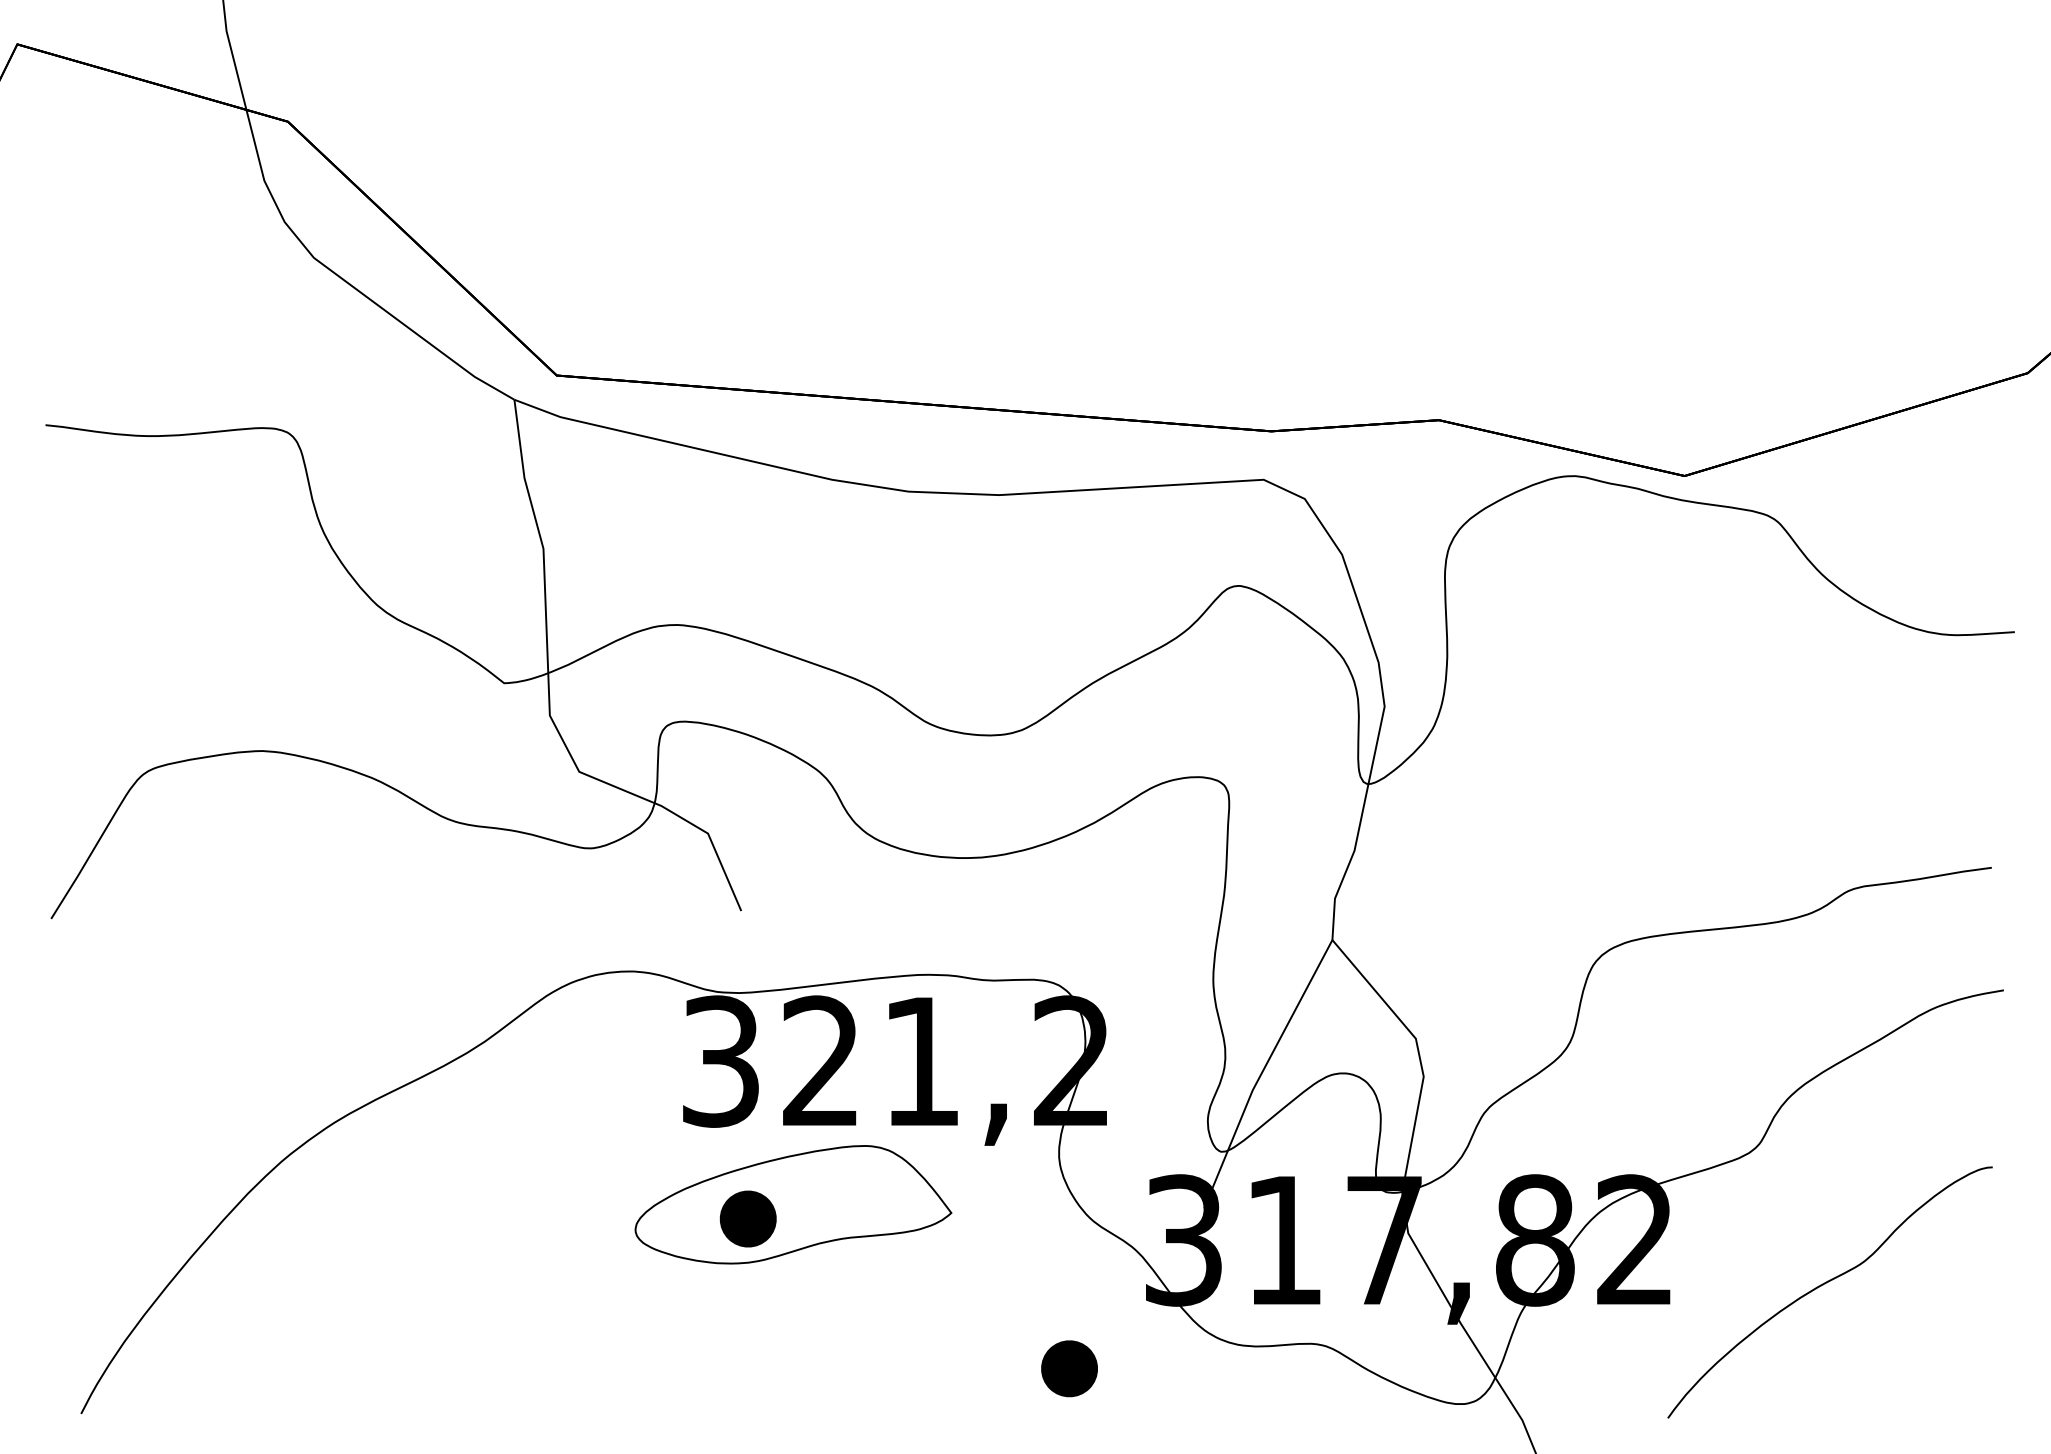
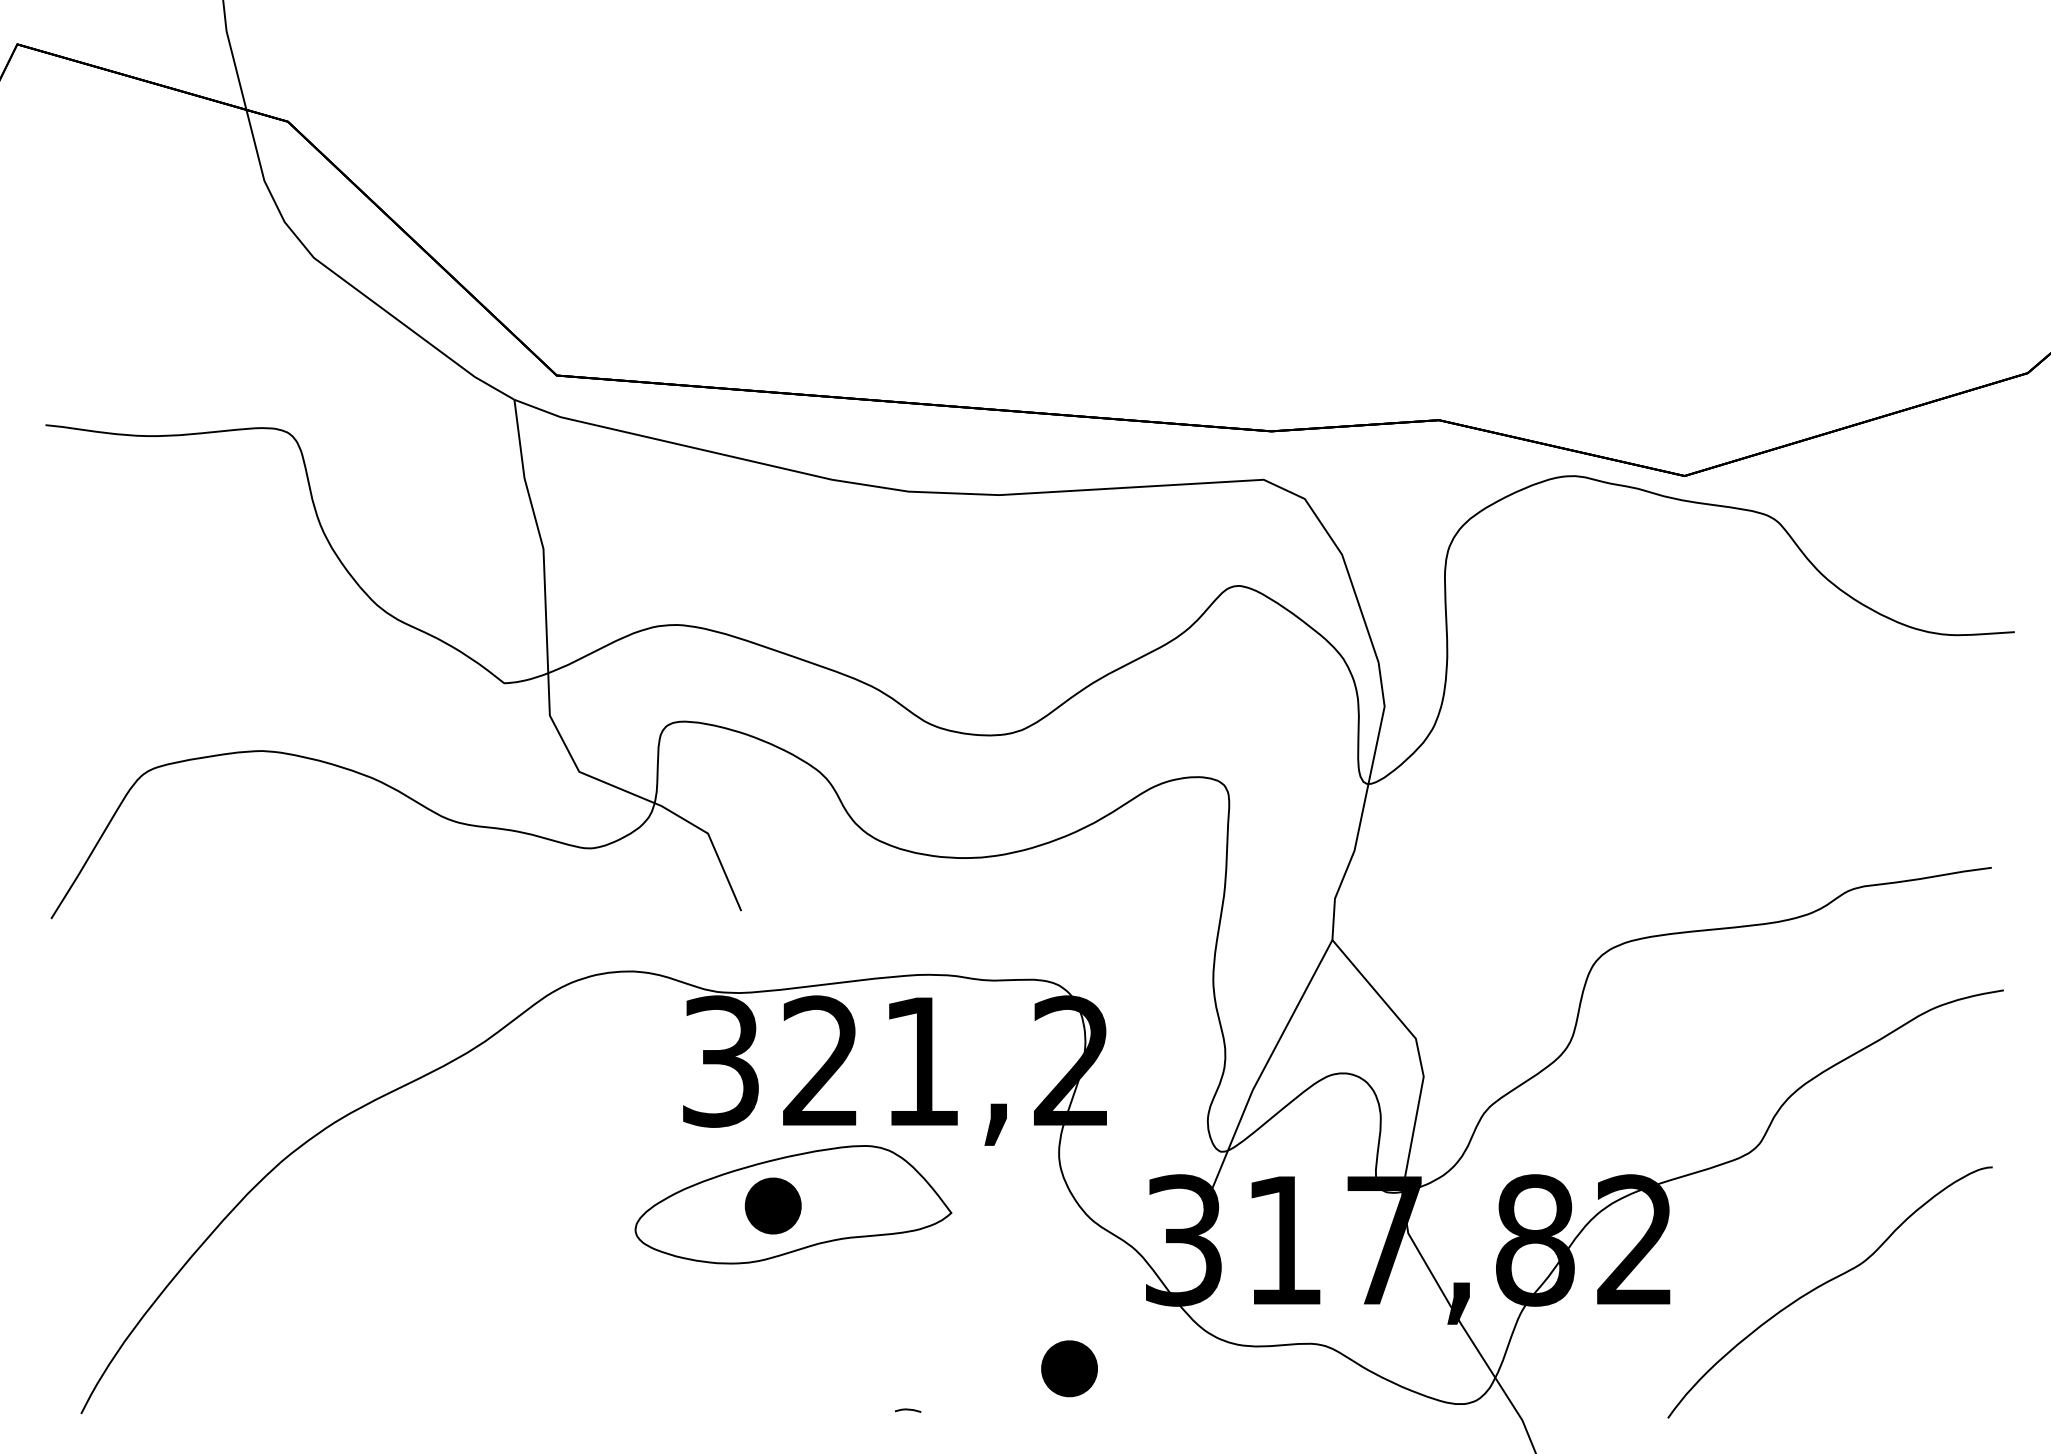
part at (747, 1218) position: (747, 1218) -> (772, 1205)
line at (907, 1410): none -> present
